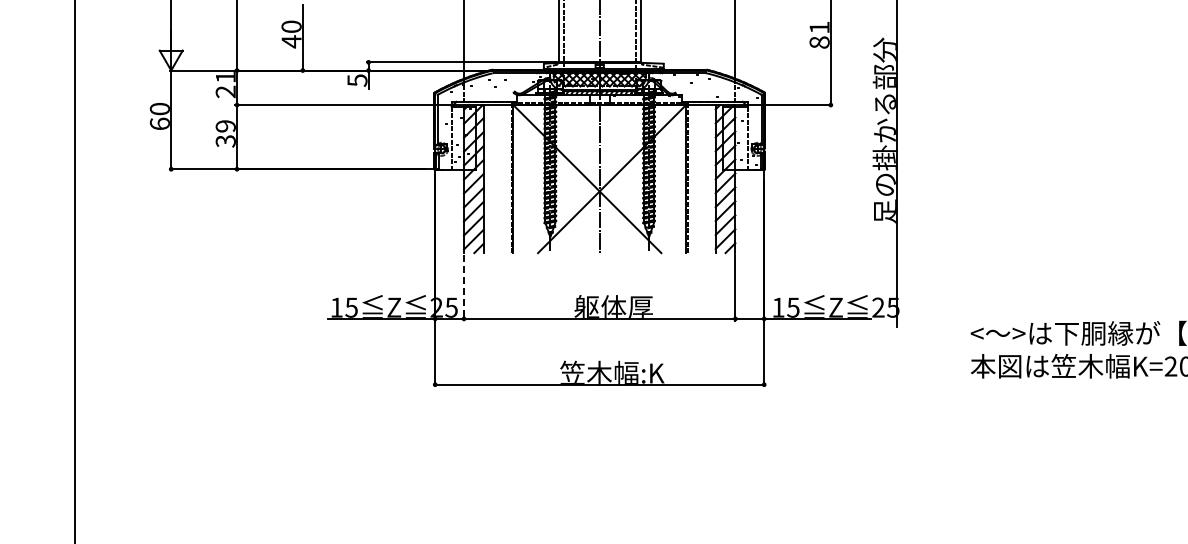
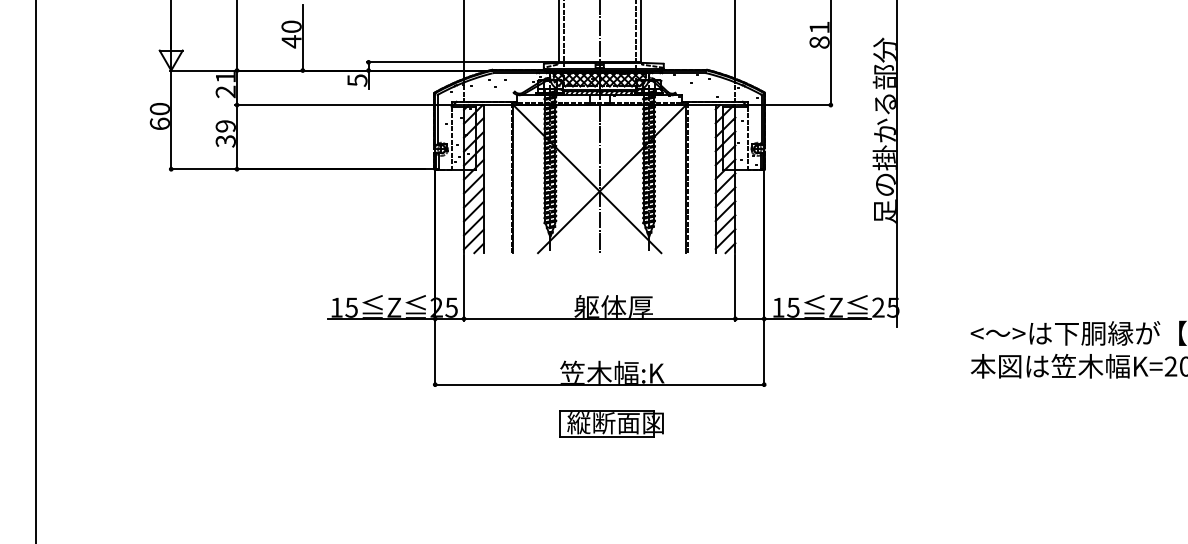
line at (74, 271) position: (74, 271) -> (35, 271)
line at (464, 287): dashed -> solid
part at (611, 423): none -> present
